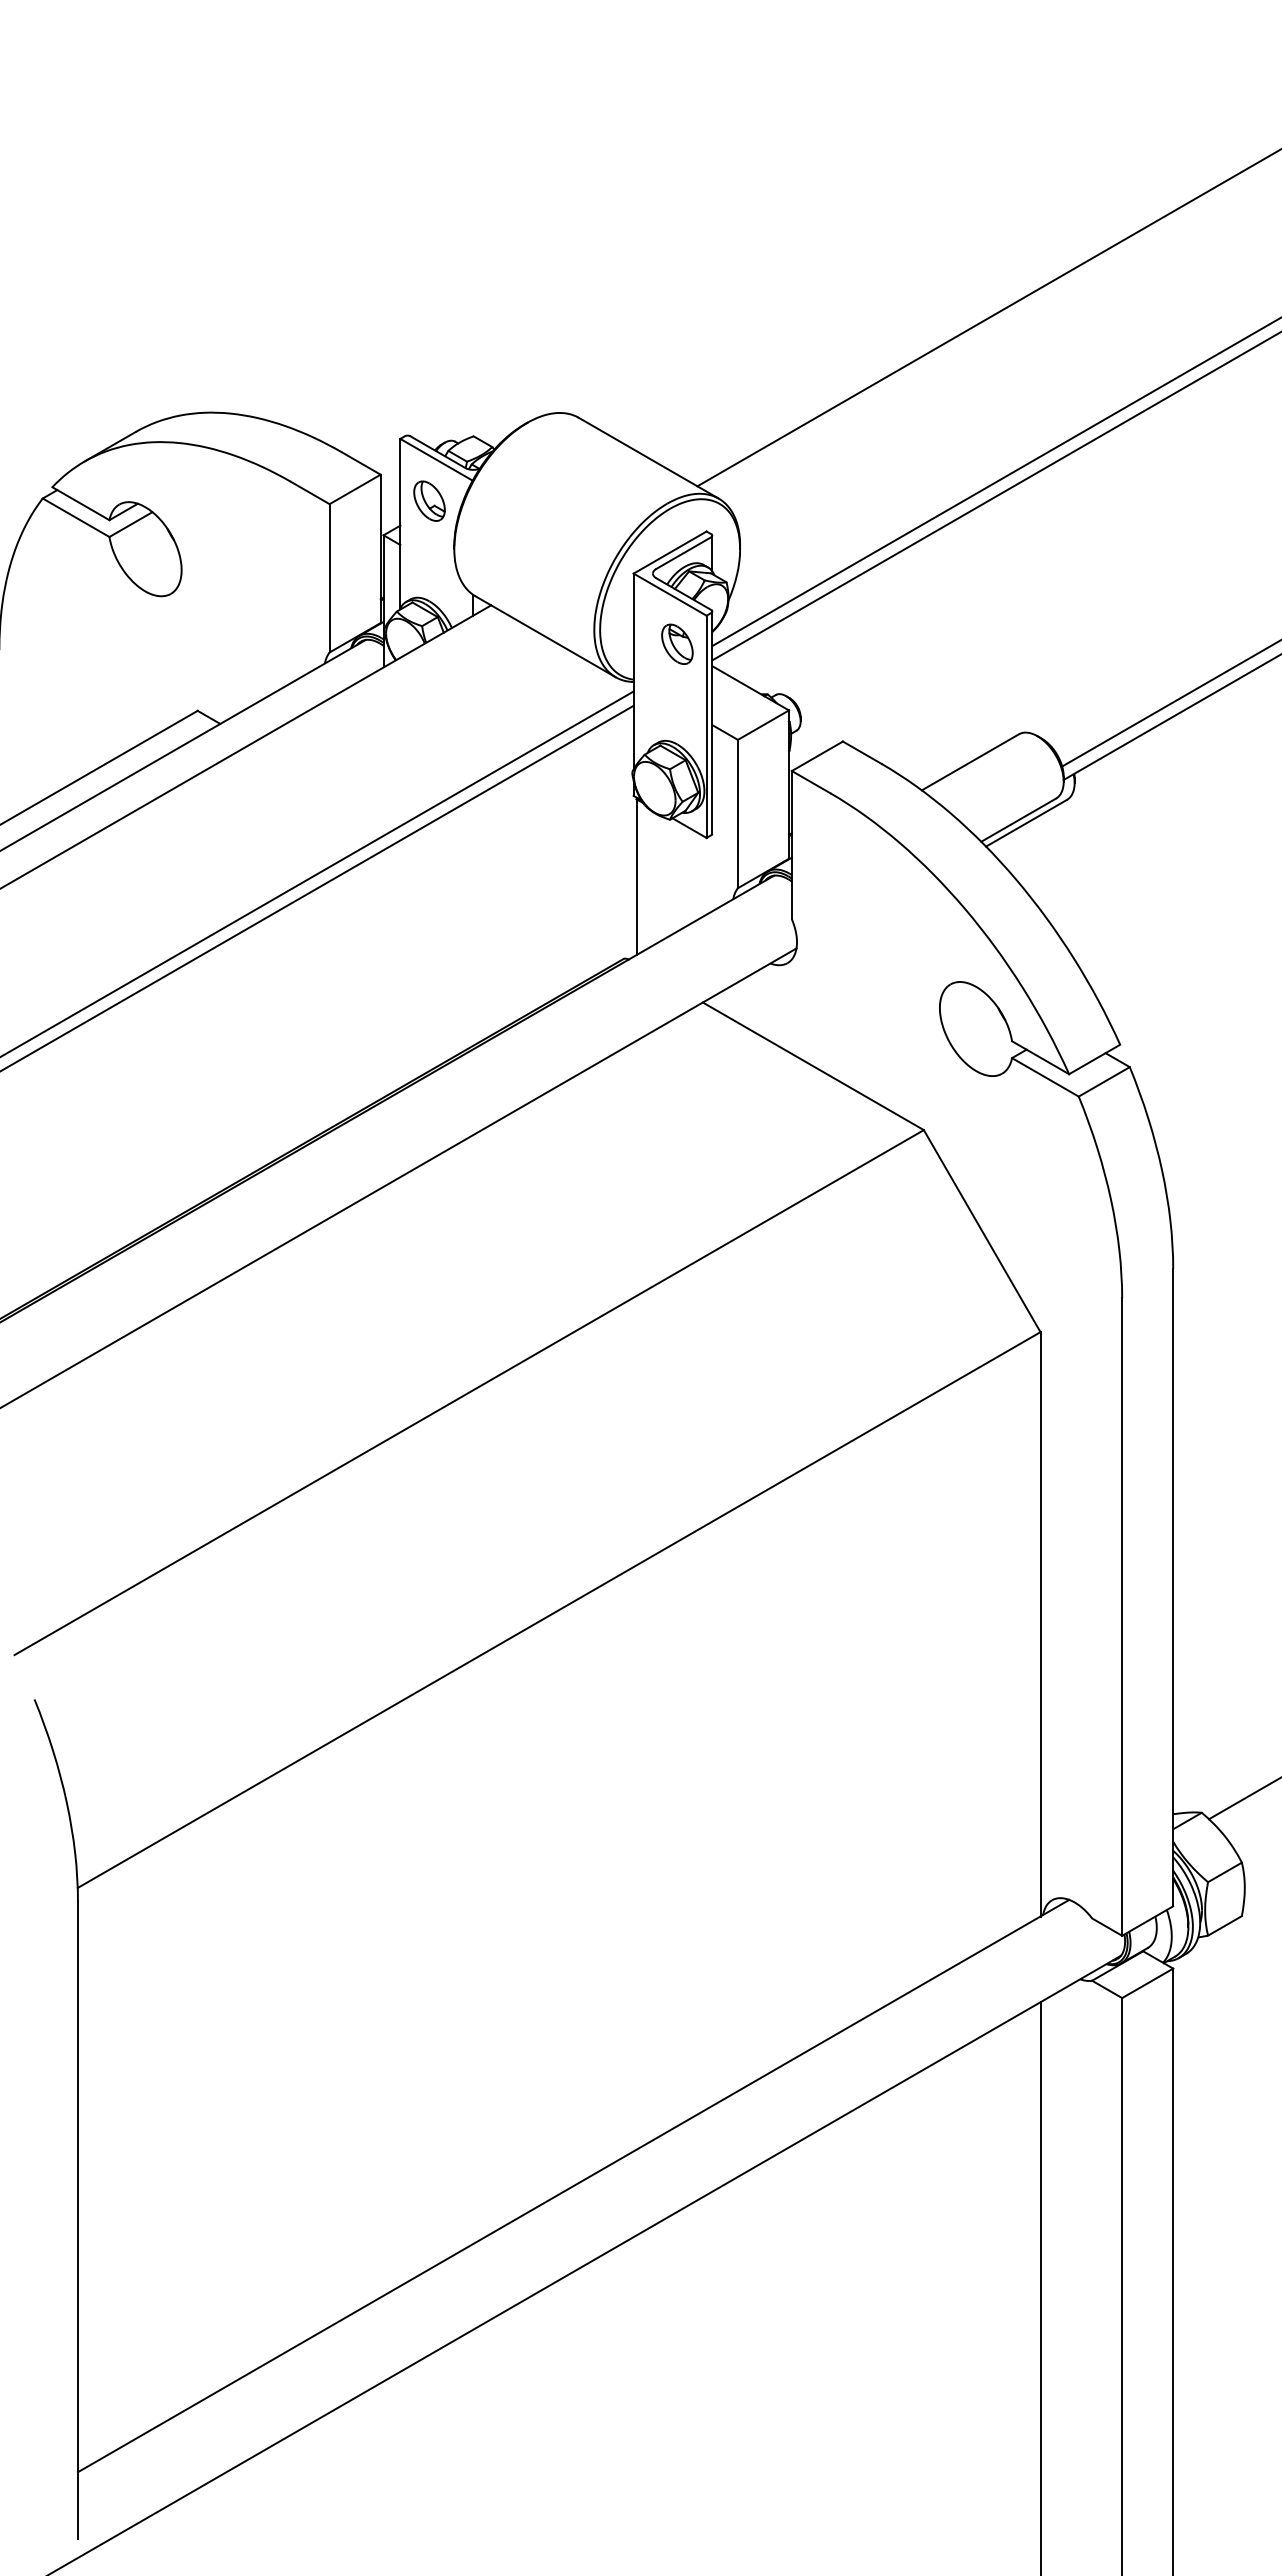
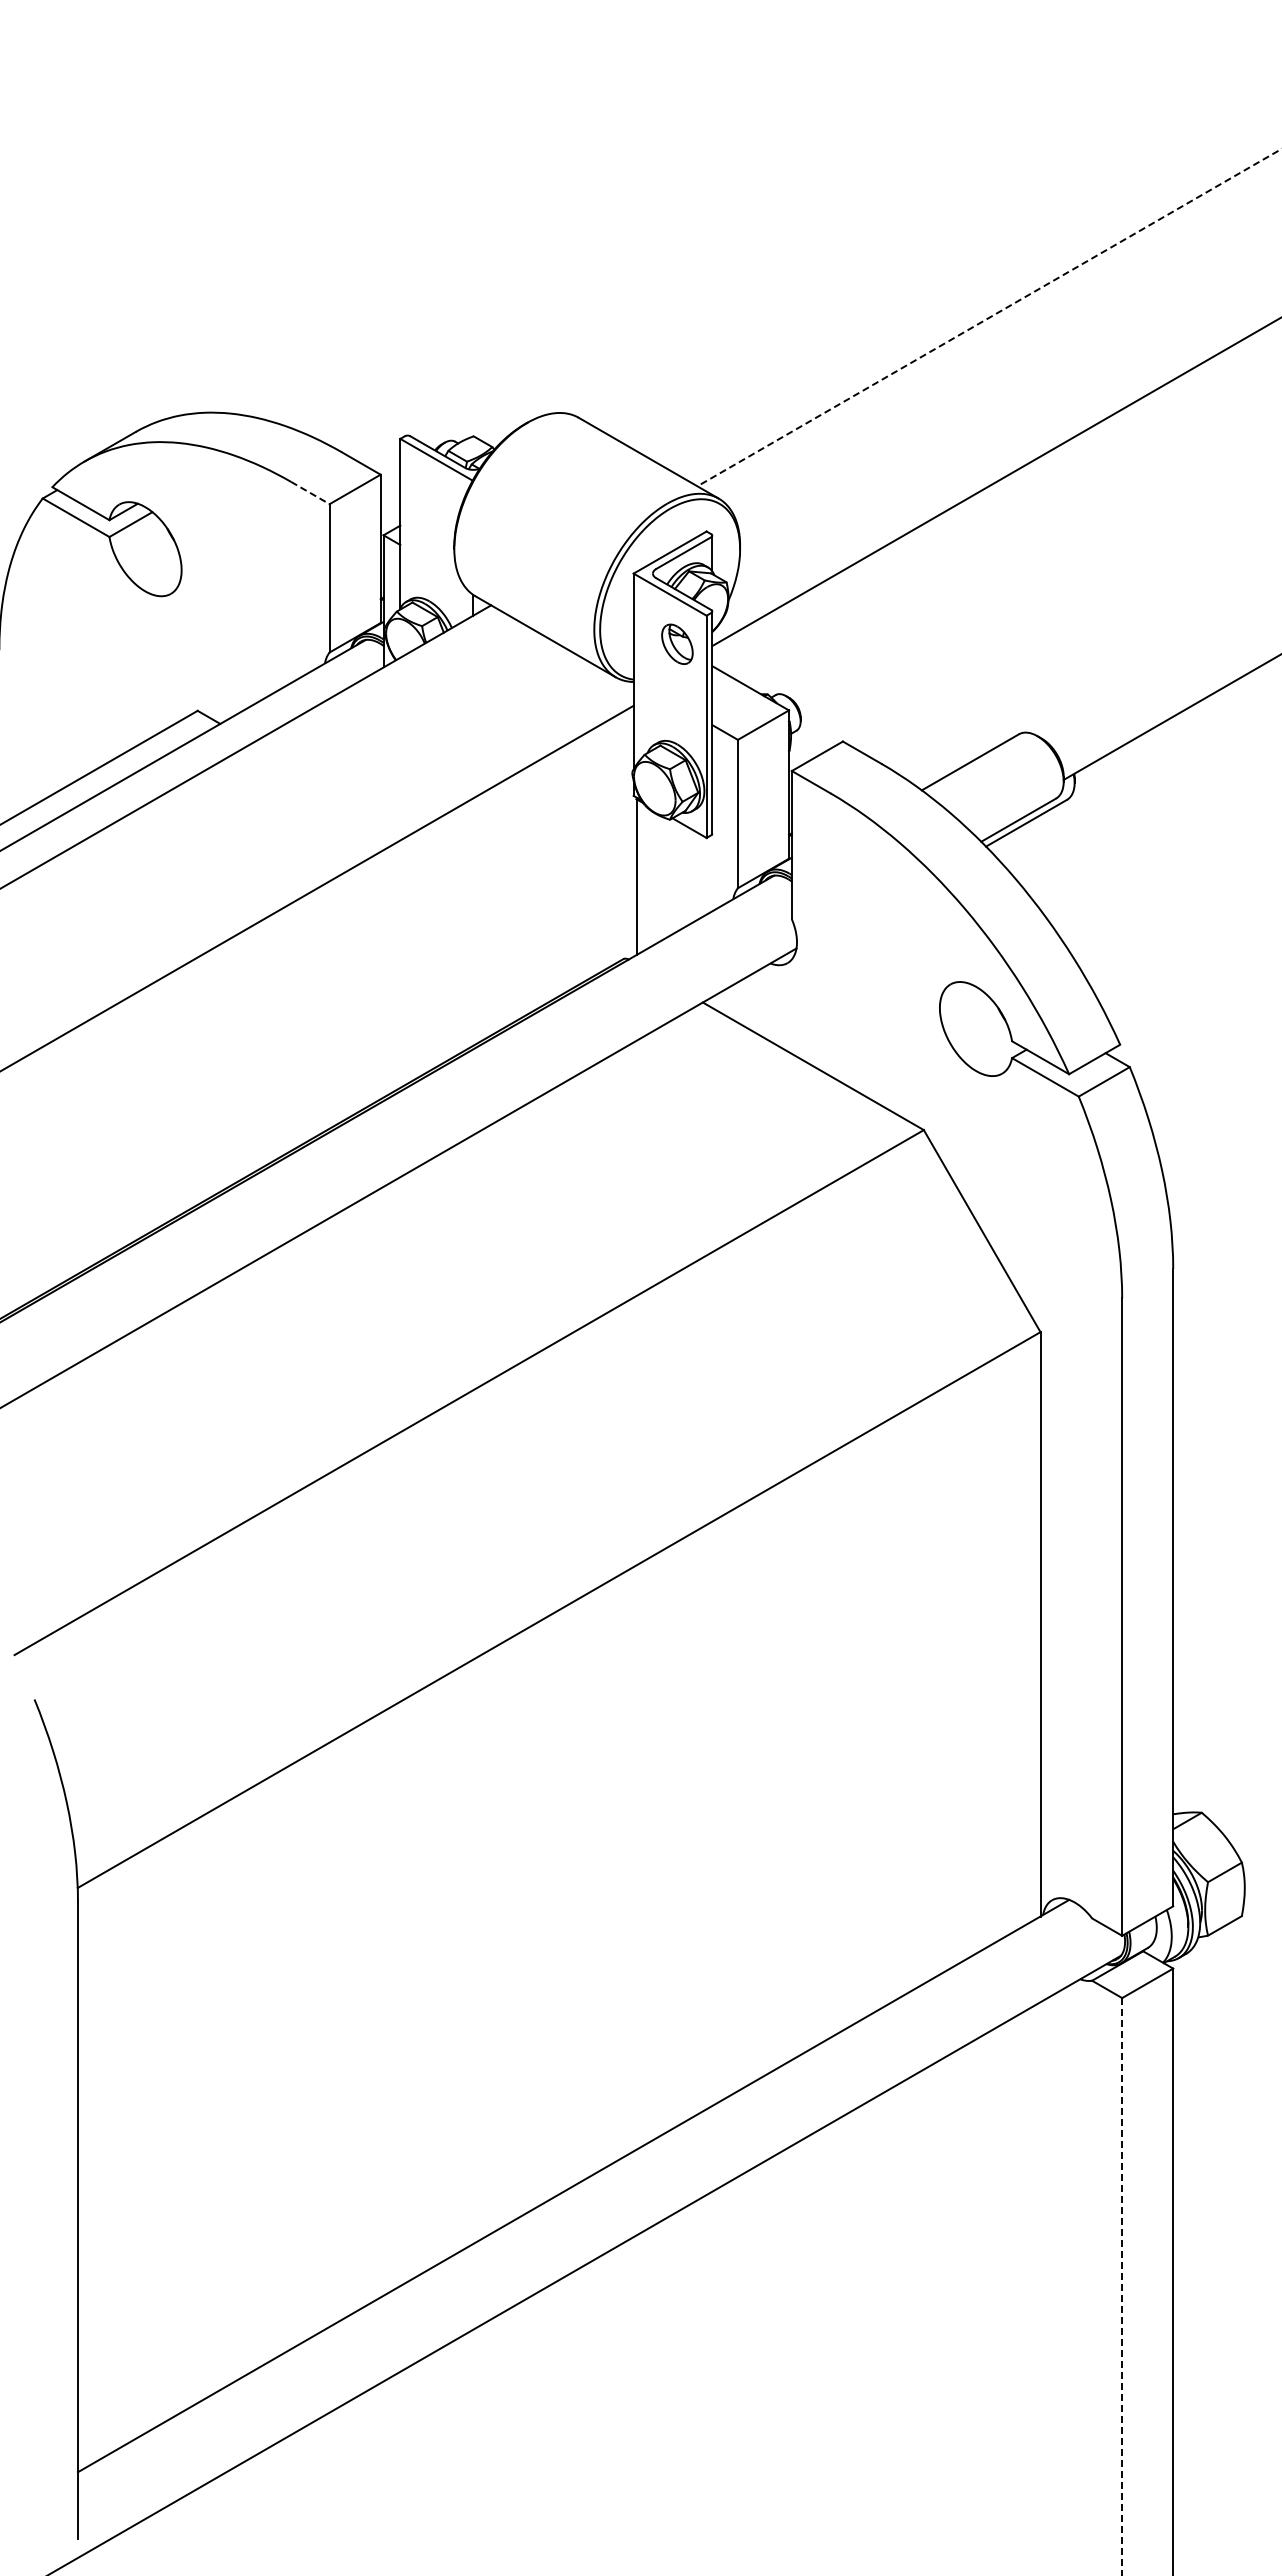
line at (989, 317): solid -> dashed
line at (310, 493): solid -> dashed
line at (995, 496): present -> none
part at (429, 500): present -> none
line at (1170, 703): present -> none
line at (317, 873): present -> none
line at (1243, 1799): present -> none
line at (1122, 2286): solid -> dashed
line at (1040, 2287): present -> none
